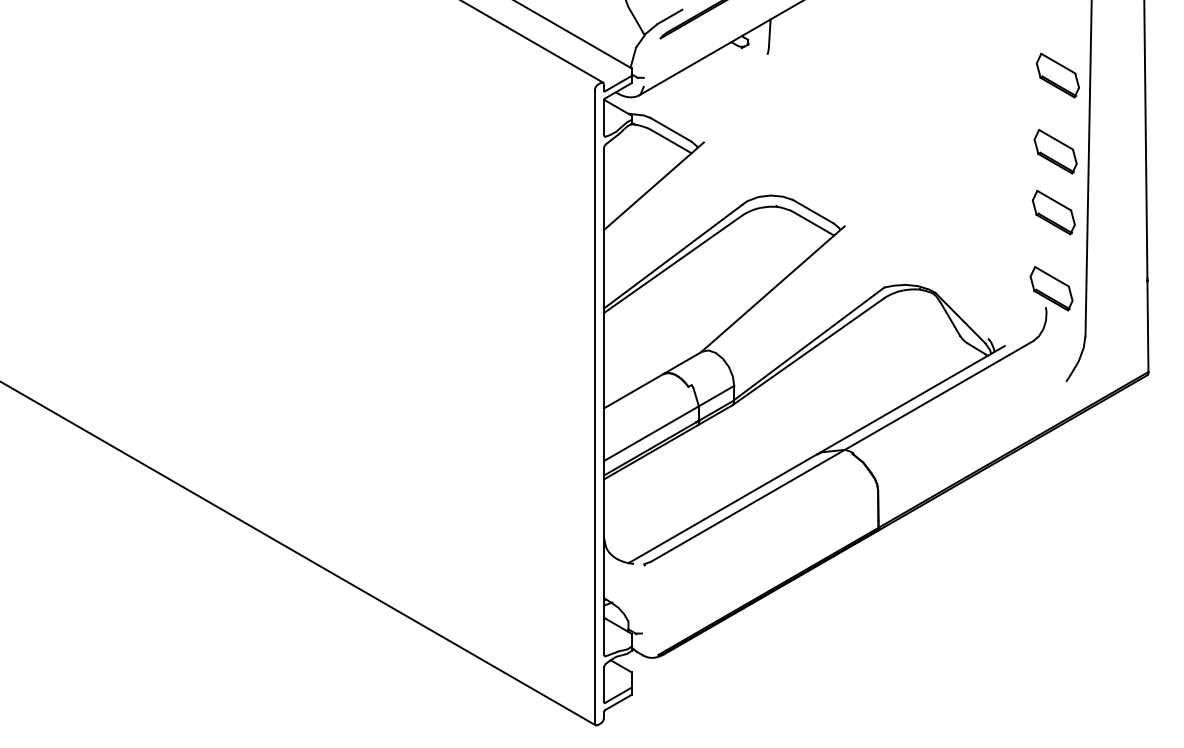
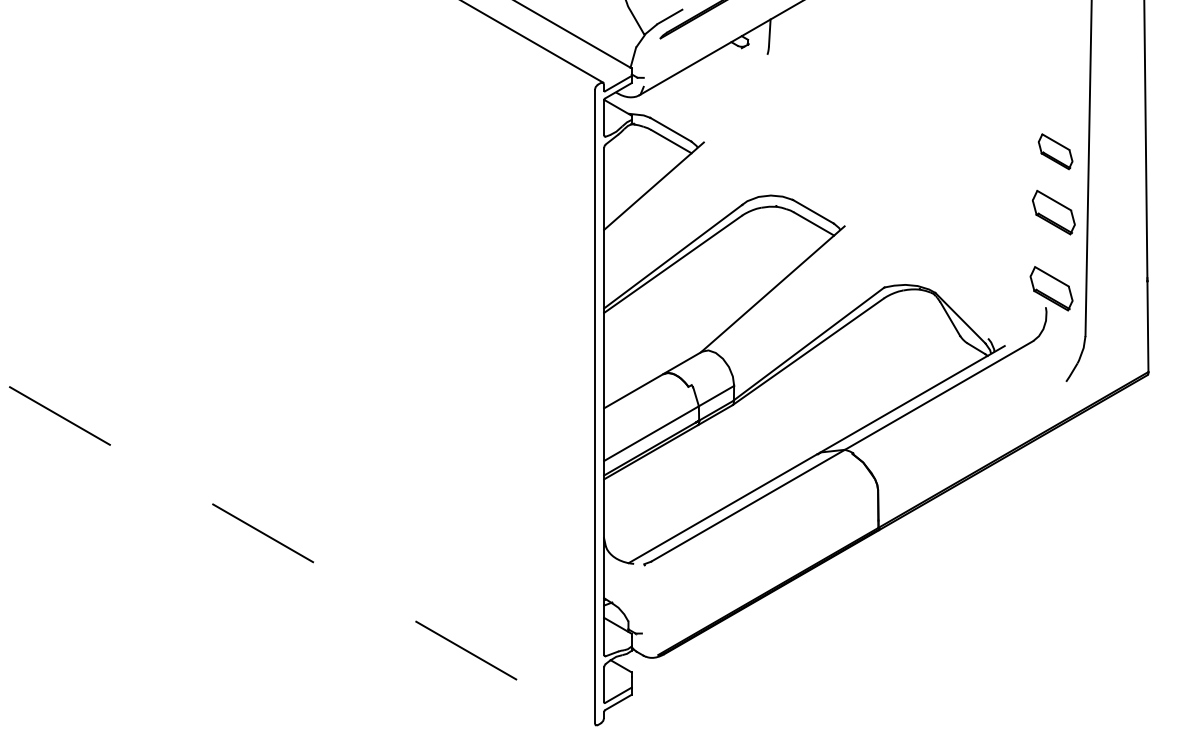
part at (1057, 75): present -> none
part at (1055, 151) size: 45x46 px -> 37x38 px
line at (297, 553): solid -> dashed
